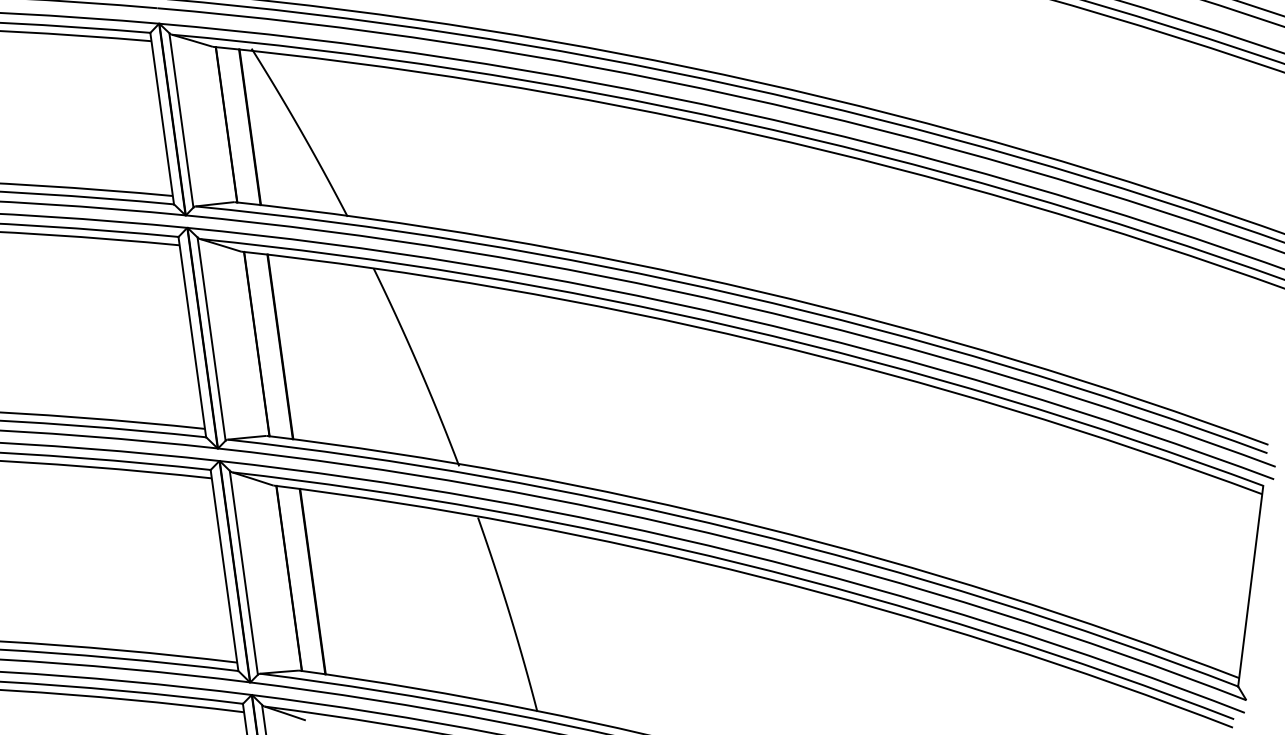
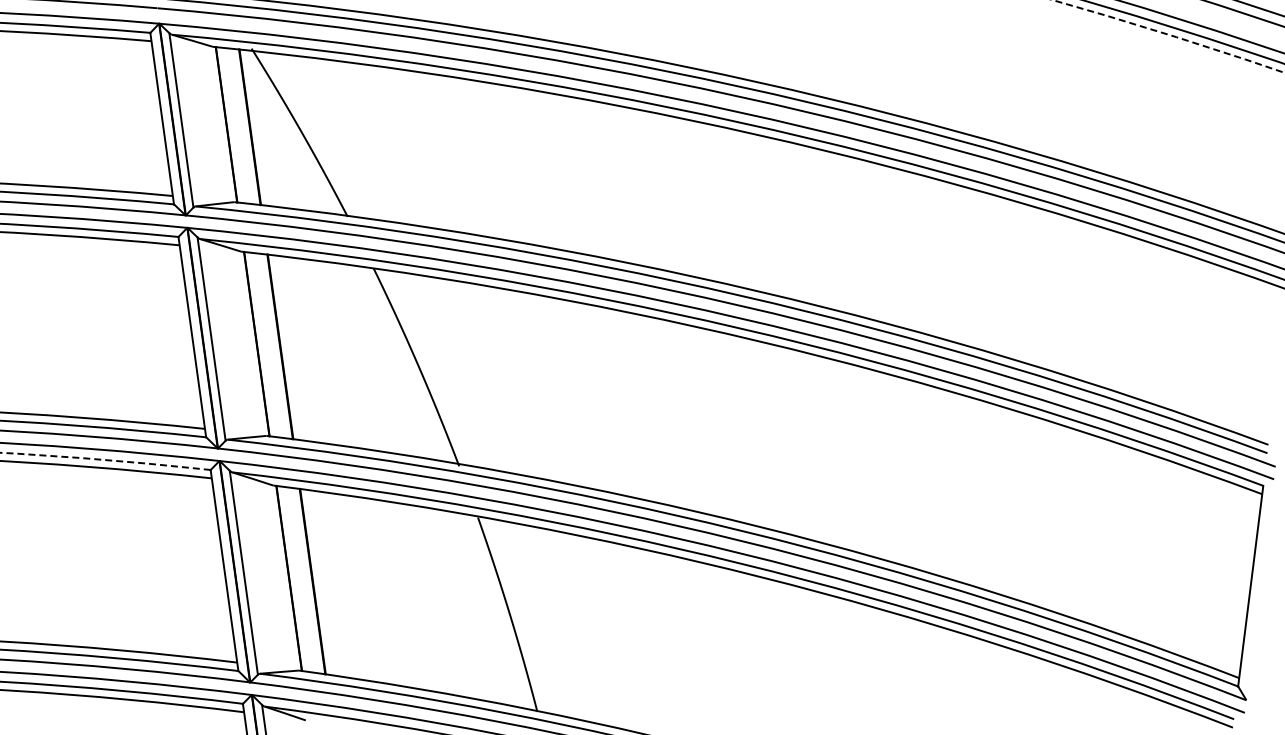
arc at (1168, 34): solid -> dashed
arc at (104, 460): solid -> dashed
